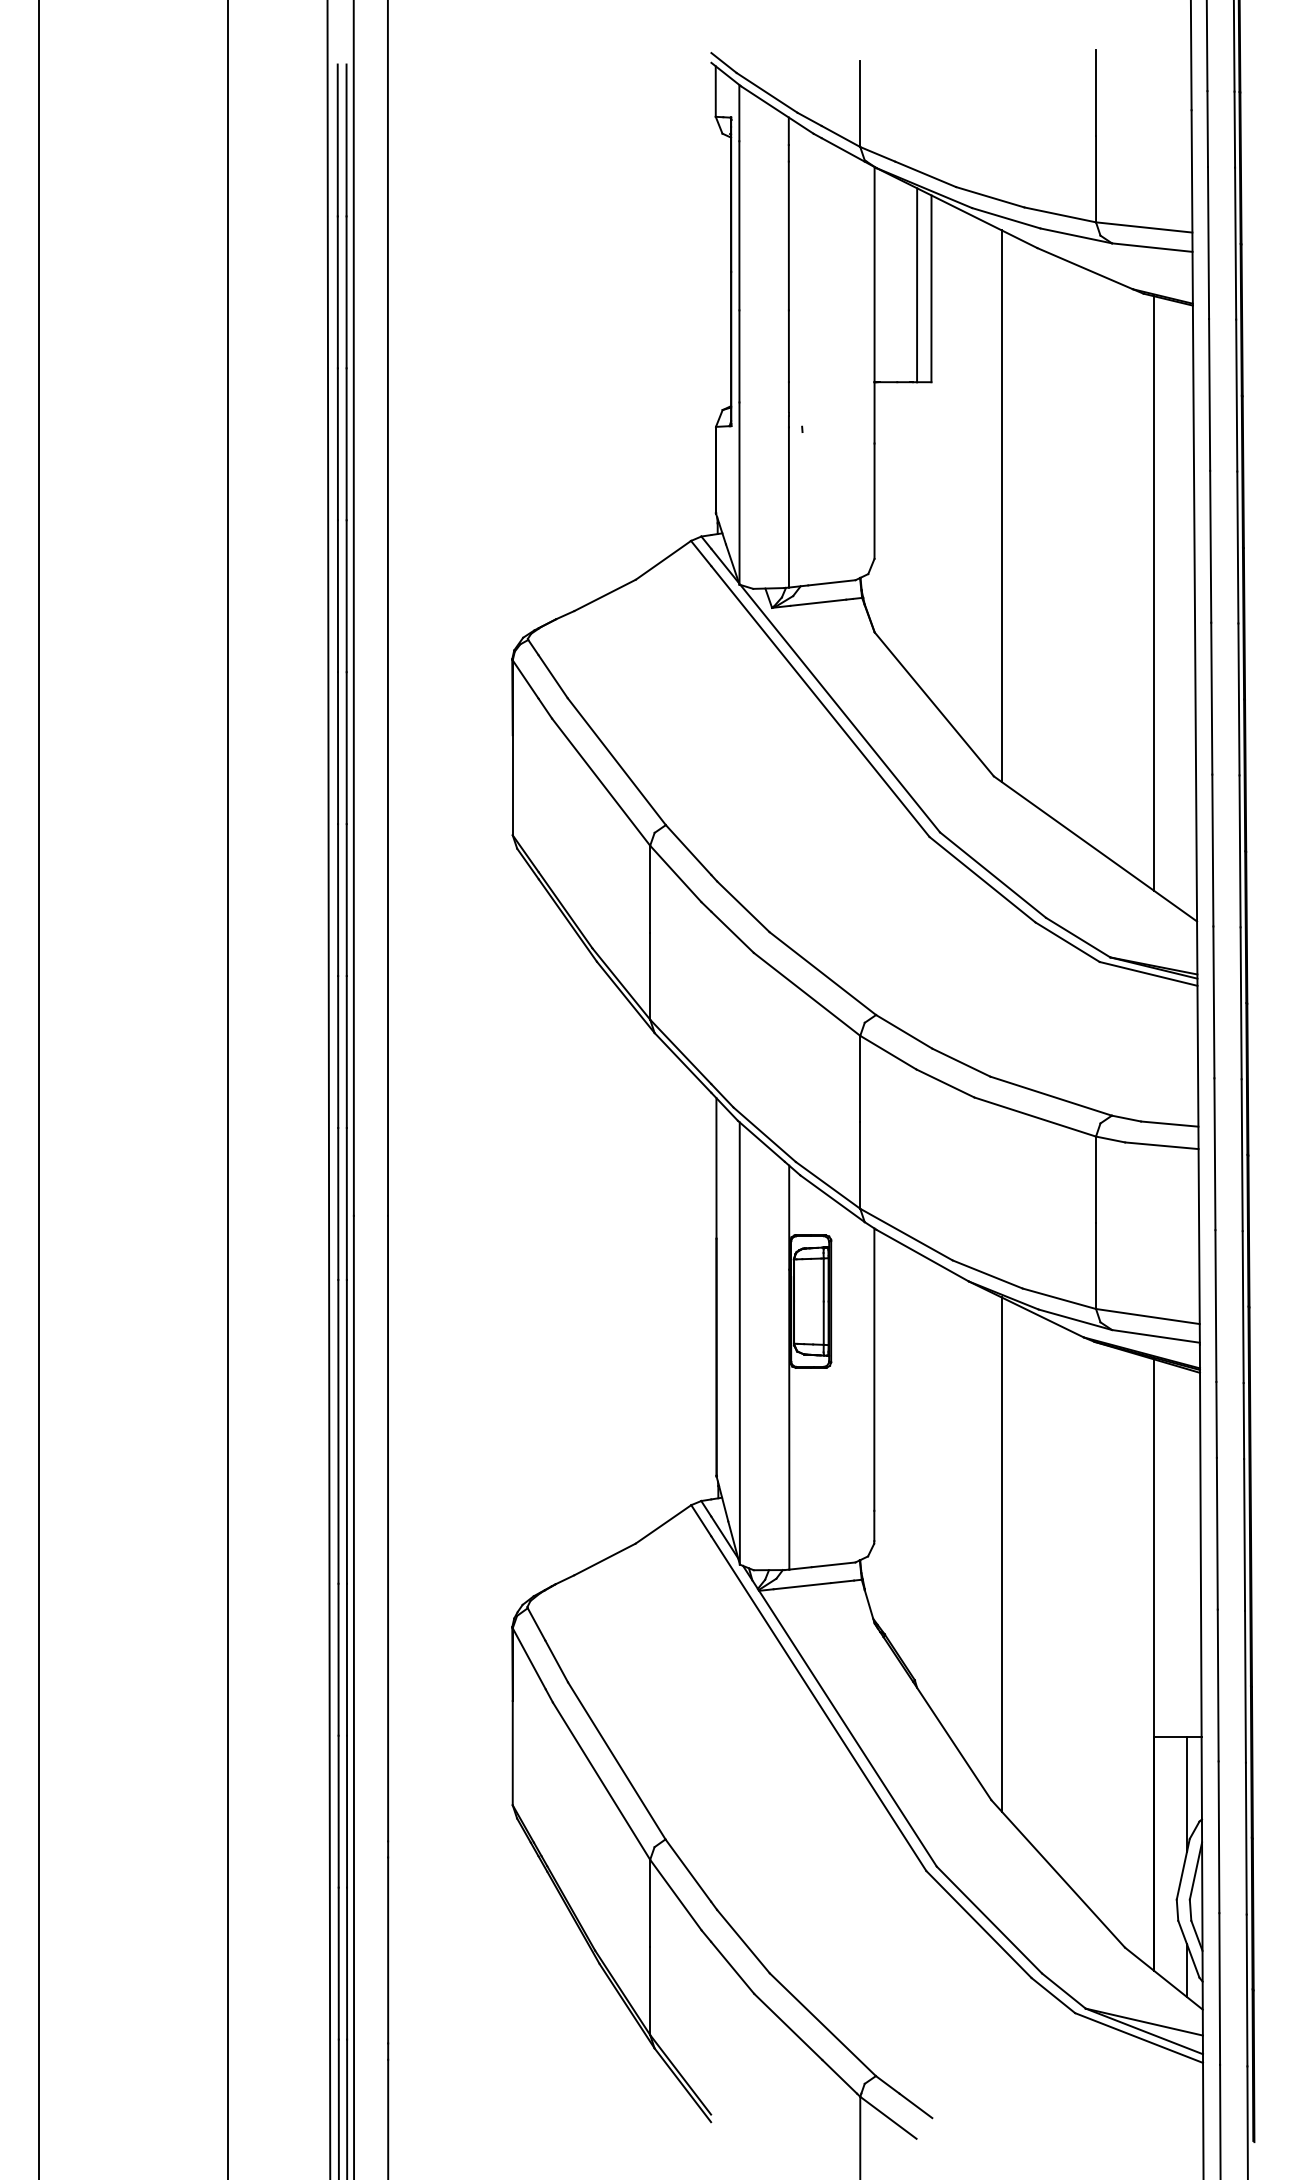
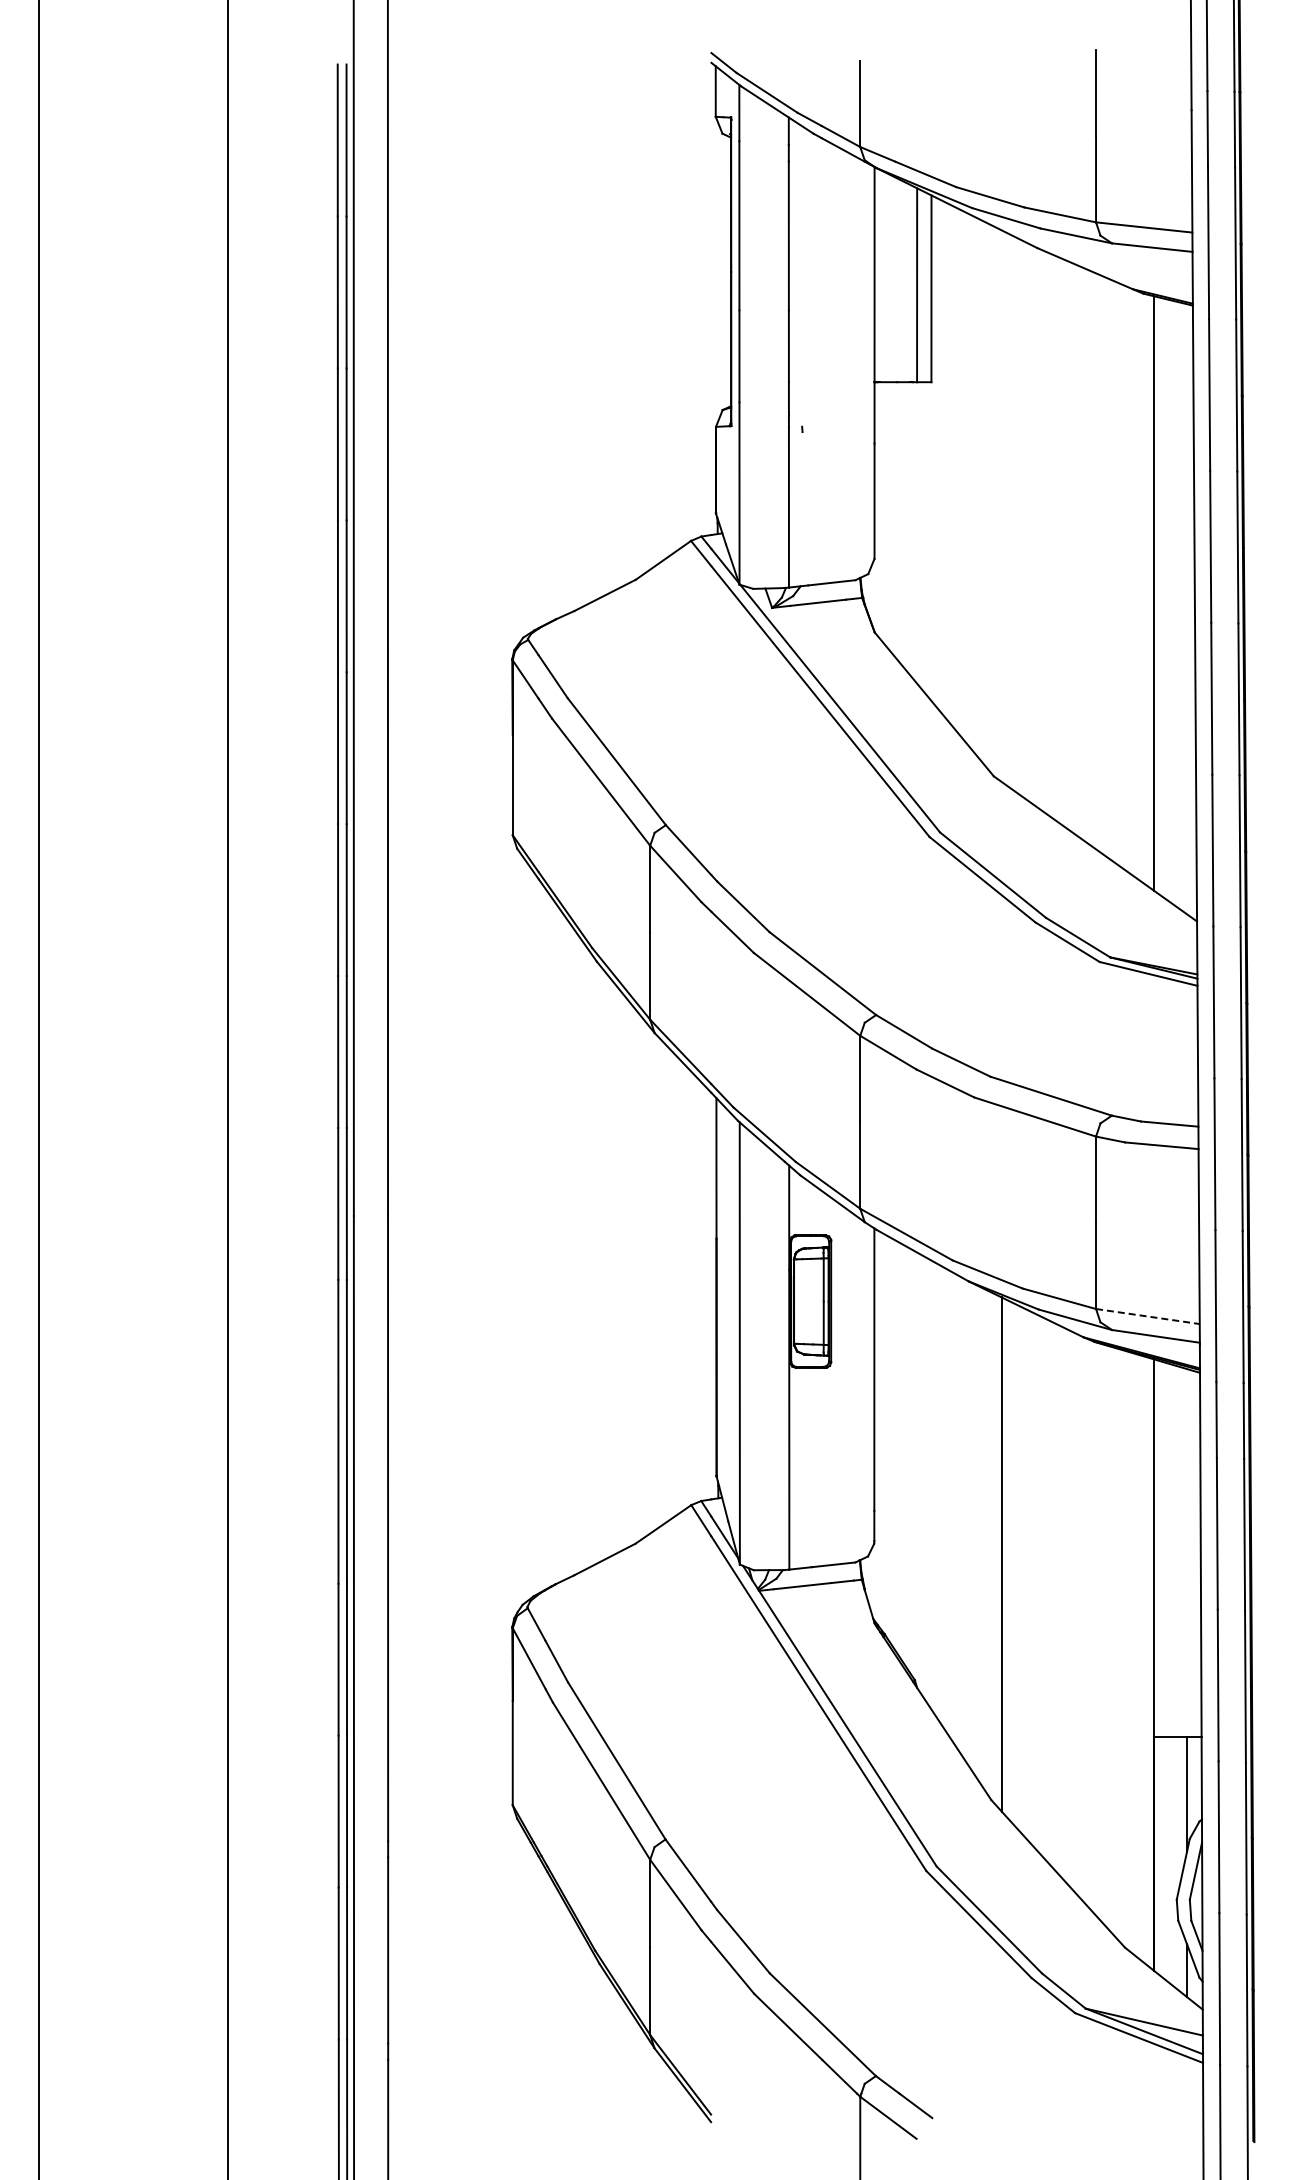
line at (1001, 505): present -> none
line at (328, 1089): present -> none
line at (1148, 1316): solid -> dashed
